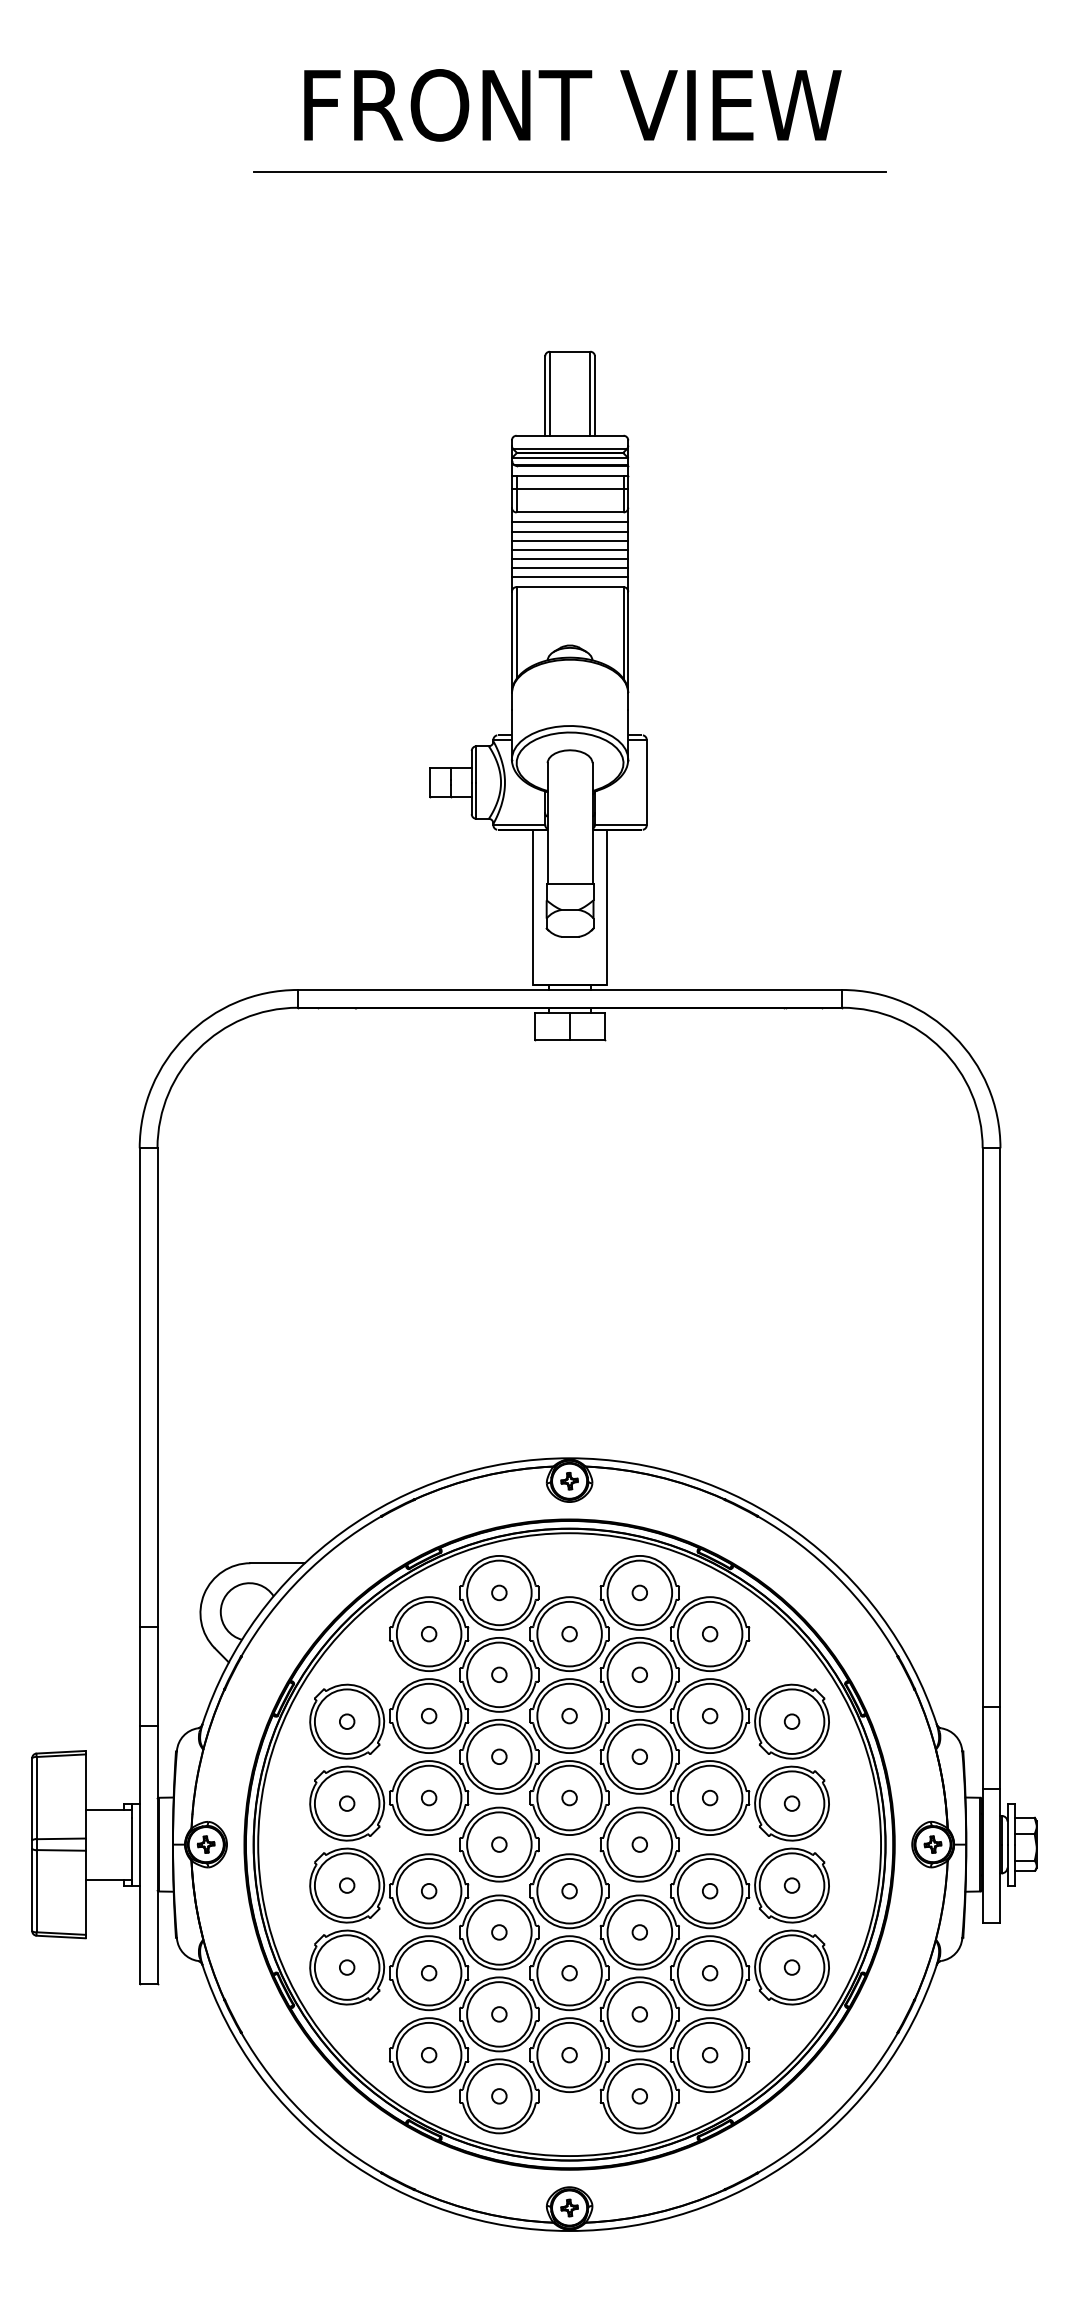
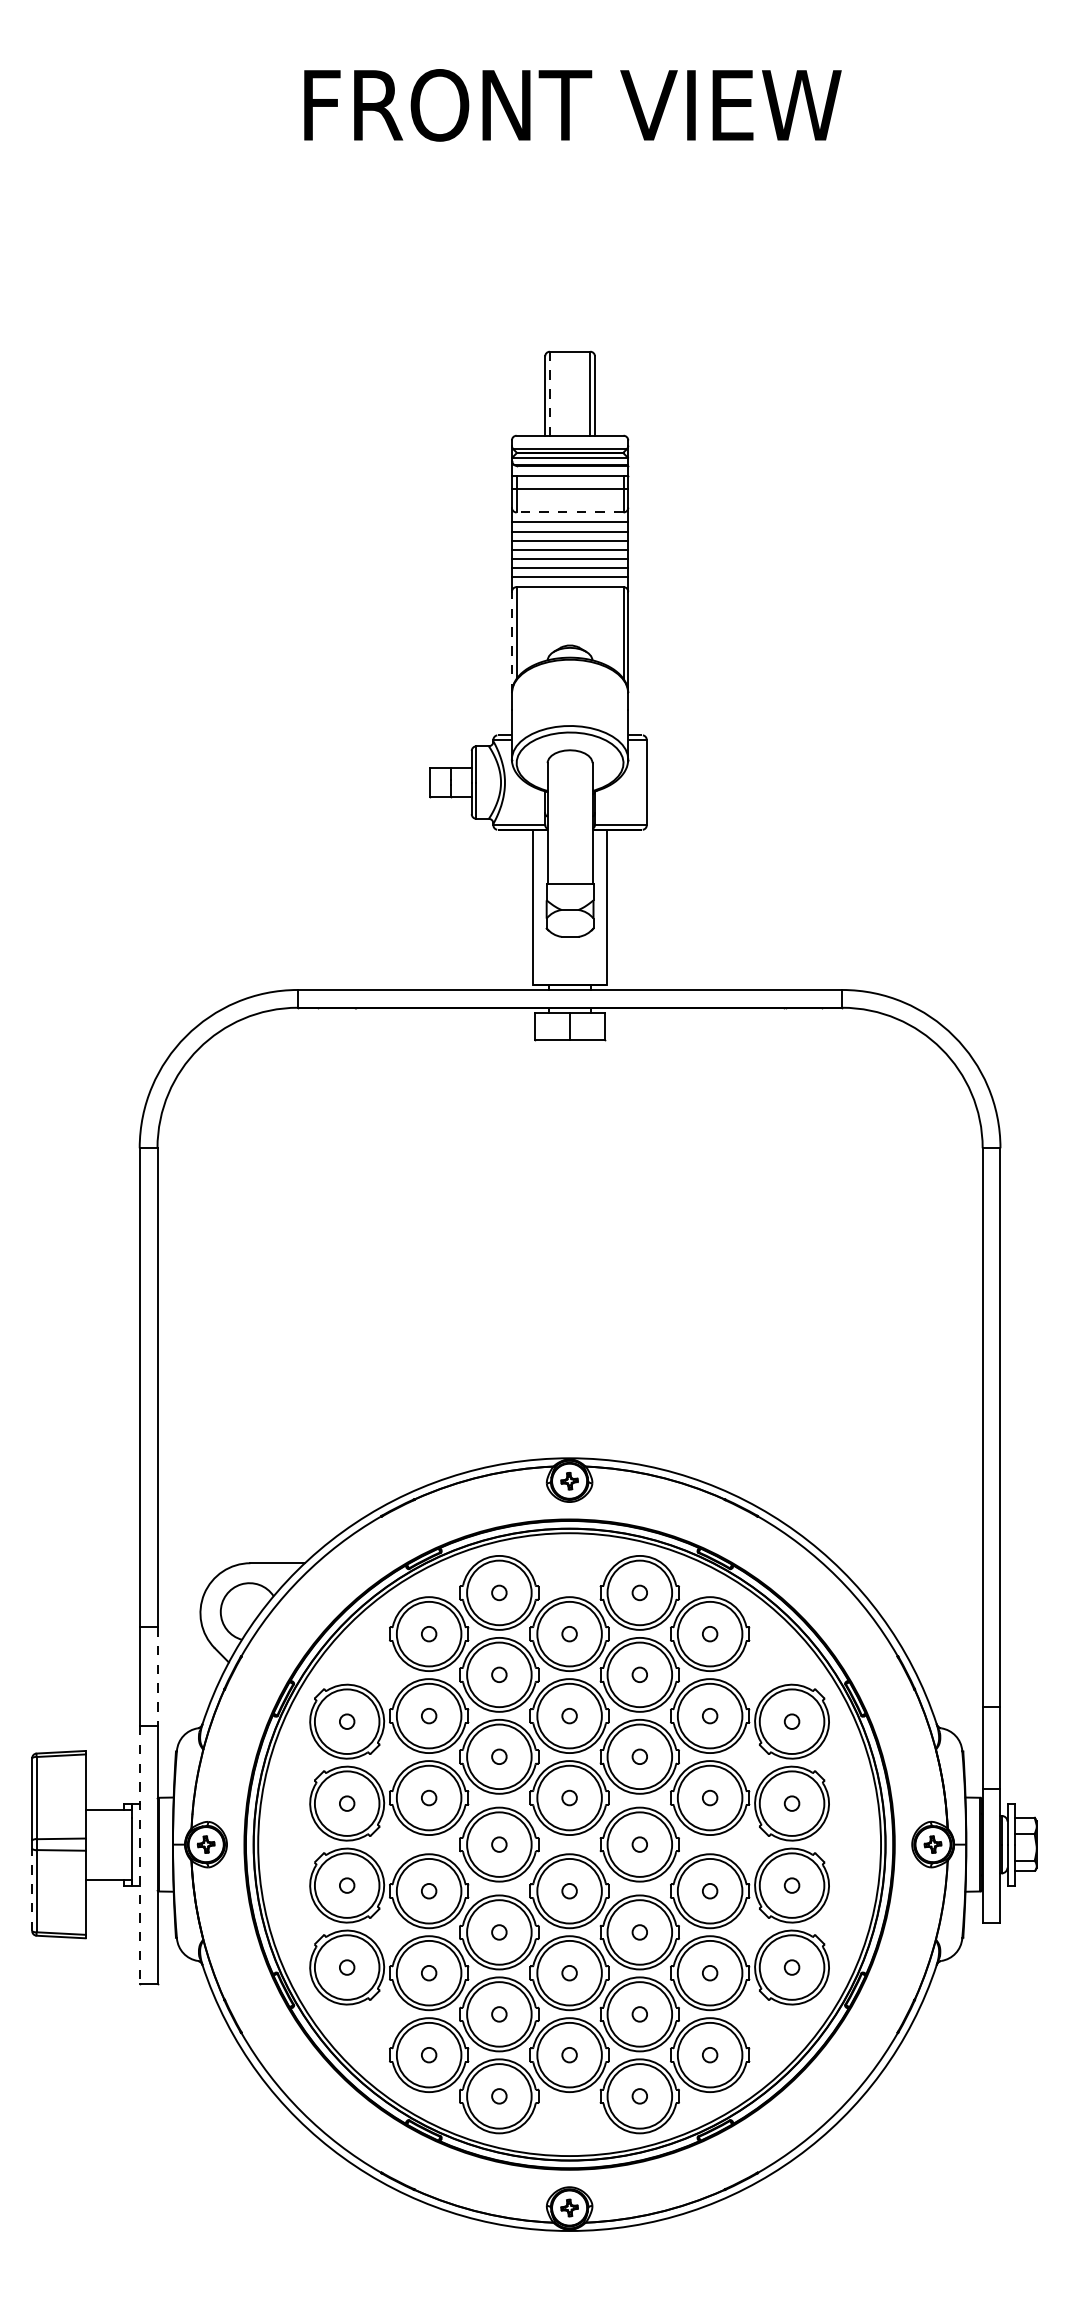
line at (569, 171): present -> none
line at (549, 394): solid -> dashed
line at (569, 512): solid -> dashed
line at (511, 642): solid -> dashed
line at (157, 1677): solid -> dashed
line at (139, 1855): solid -> dashed
line at (32, 1889): solid -> dashed
